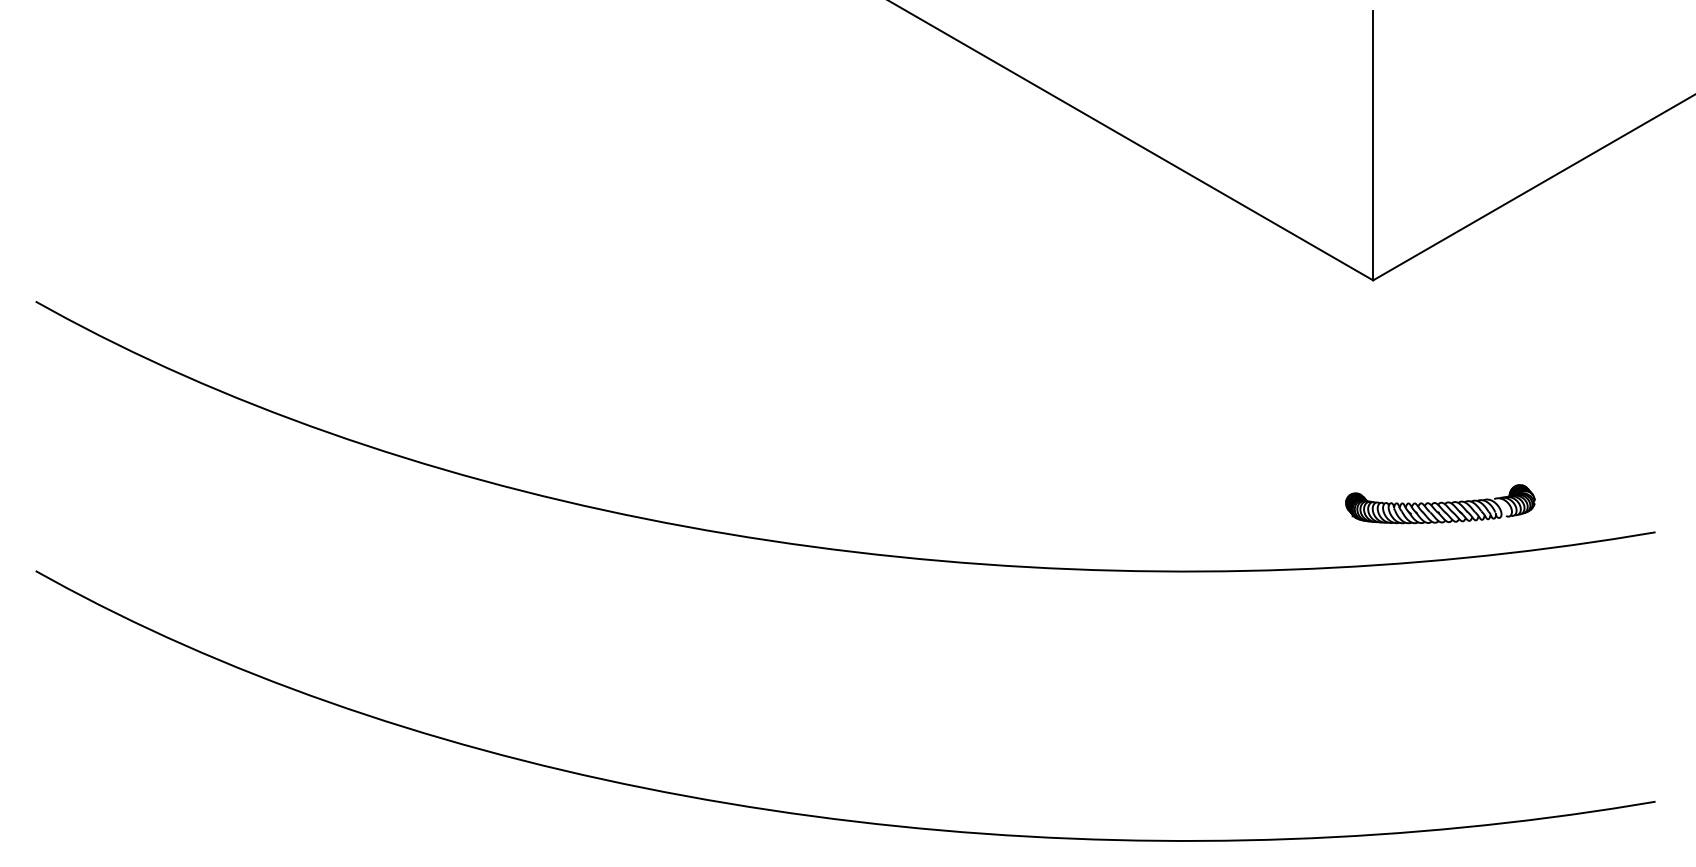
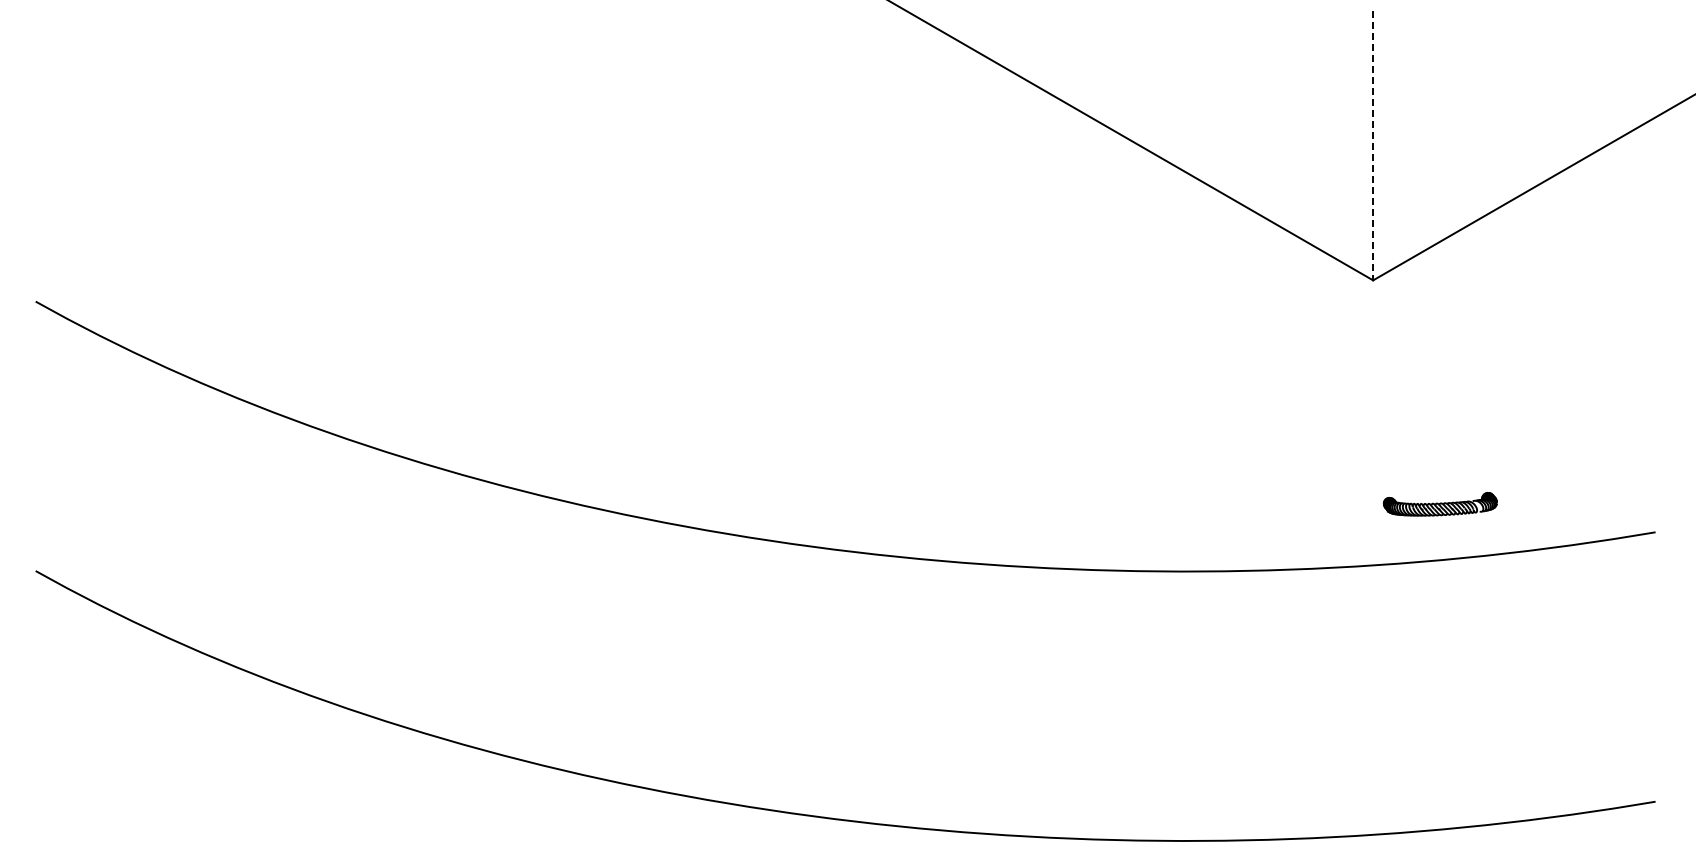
line at (1373, 145): solid -> dashed
part at (1440, 504) size: 191x41 px -> 115x25 px
